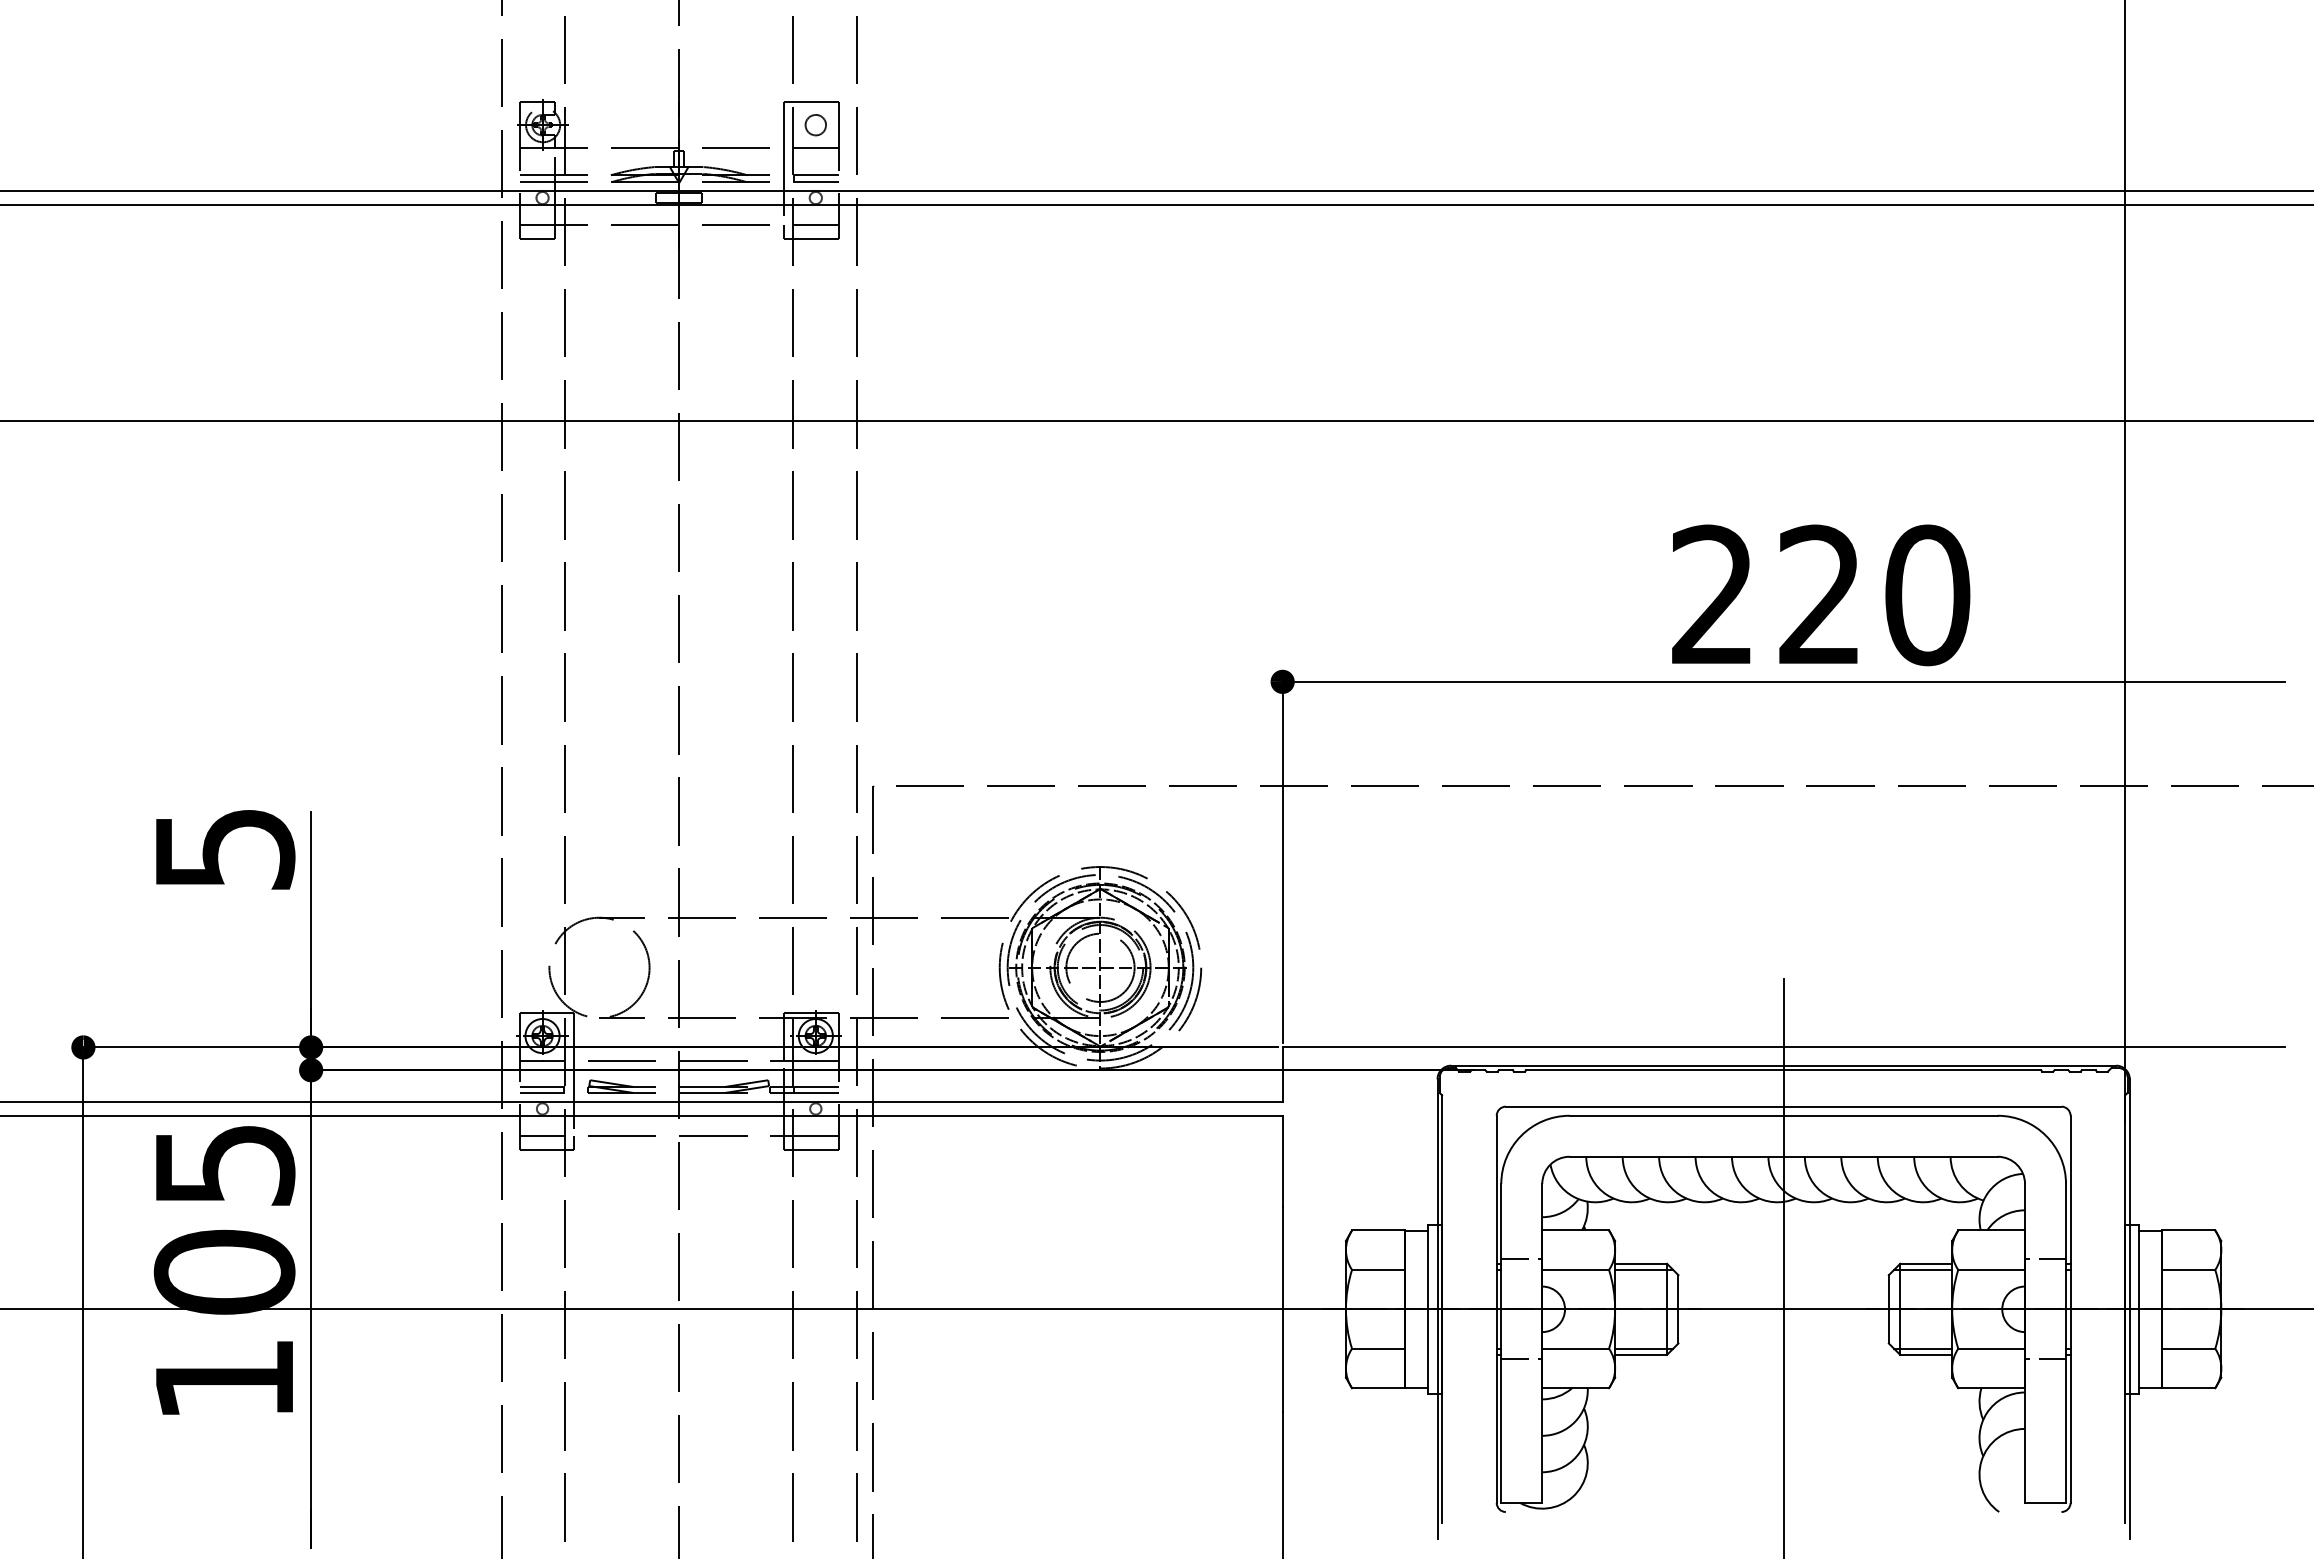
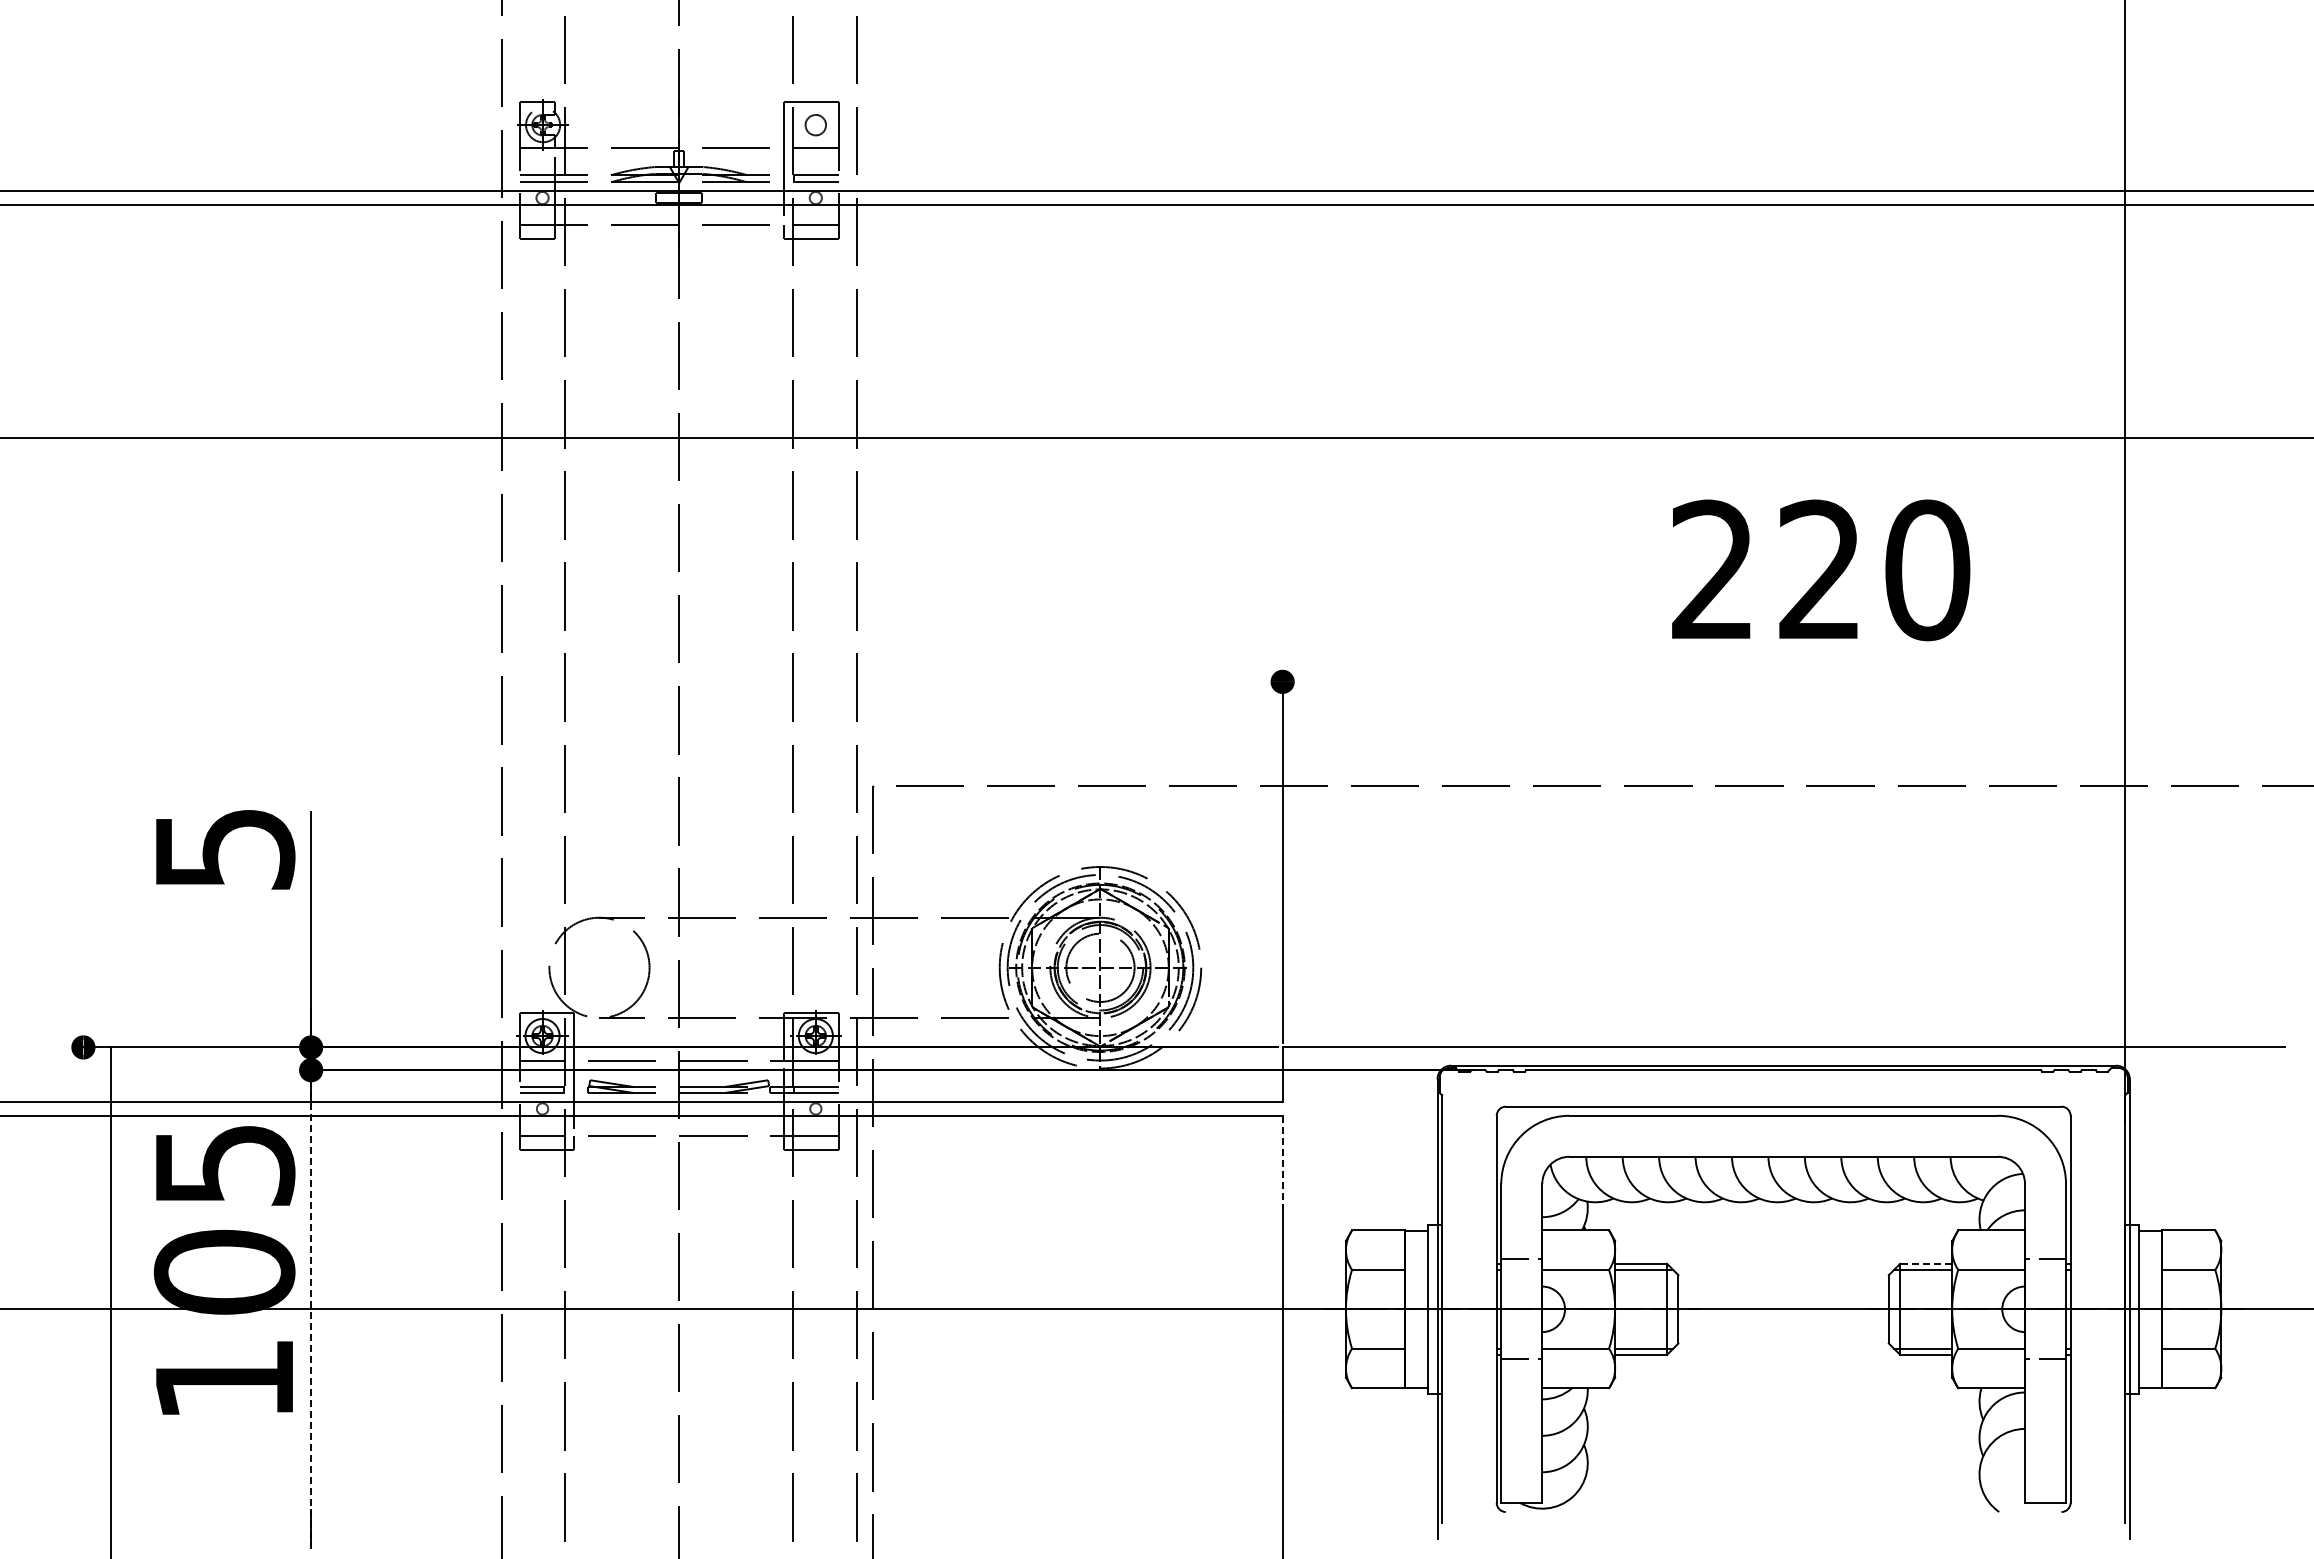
line at (1156, 421) position: (1156, 421) -> (1156, 438)
text at (1821, 595) position: (1821, 595) -> (1821, 570)
line at (1783, 681): present -> none
line at (1282, 1161): solid -> dashed
line at (1926, 1263): solid -> dashed
line at (1783, 1267): present -> none
line at (83, 1301) position: (83, 1301) -> (111, 1301)
line at (311, 1309): solid -> dashed
